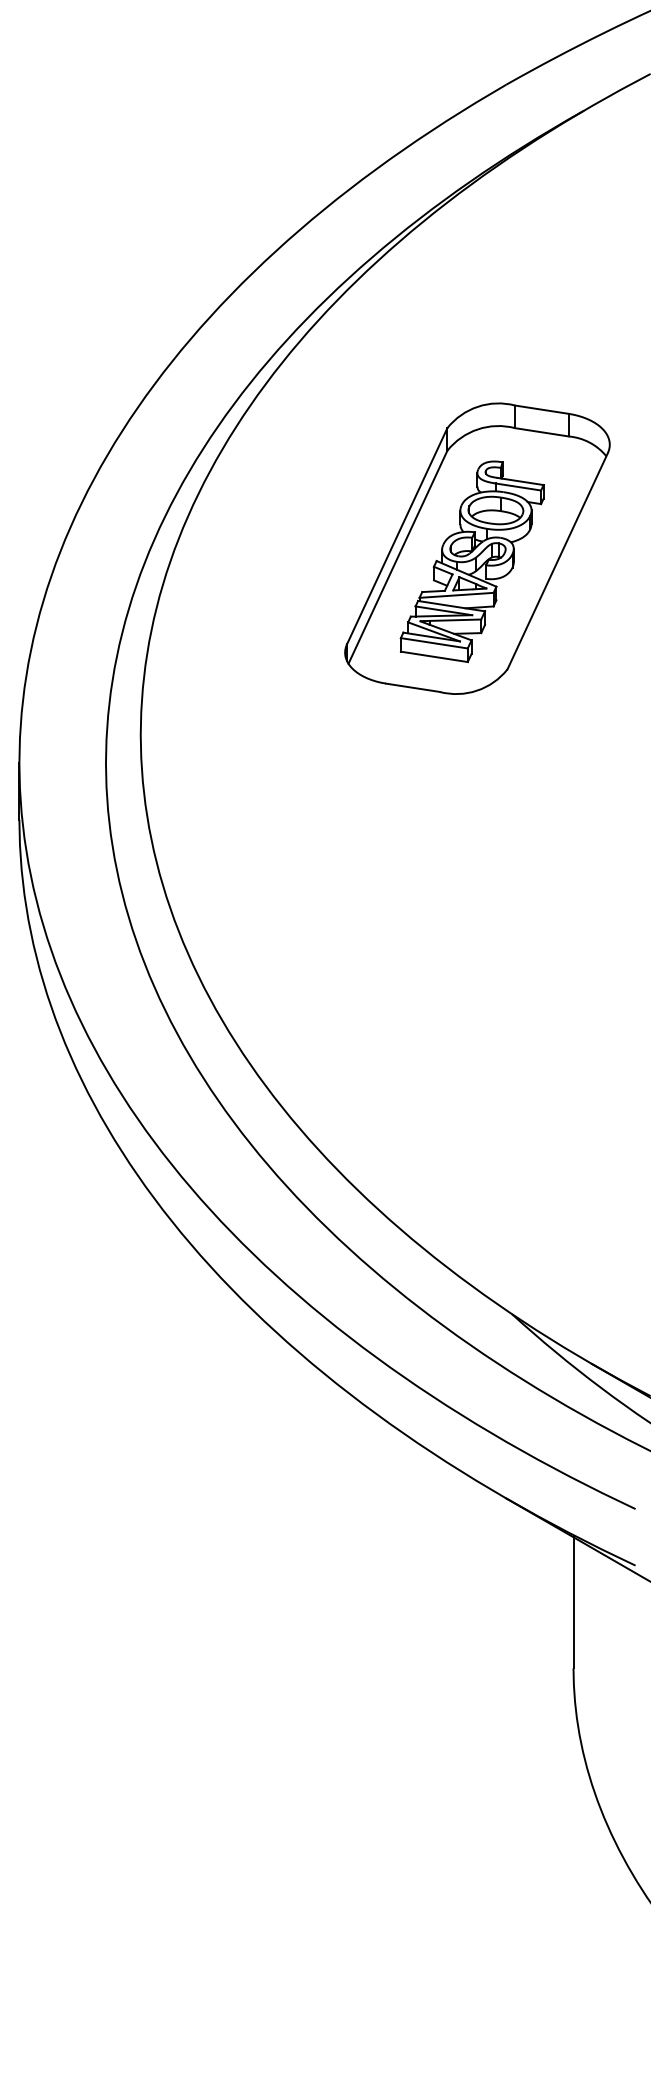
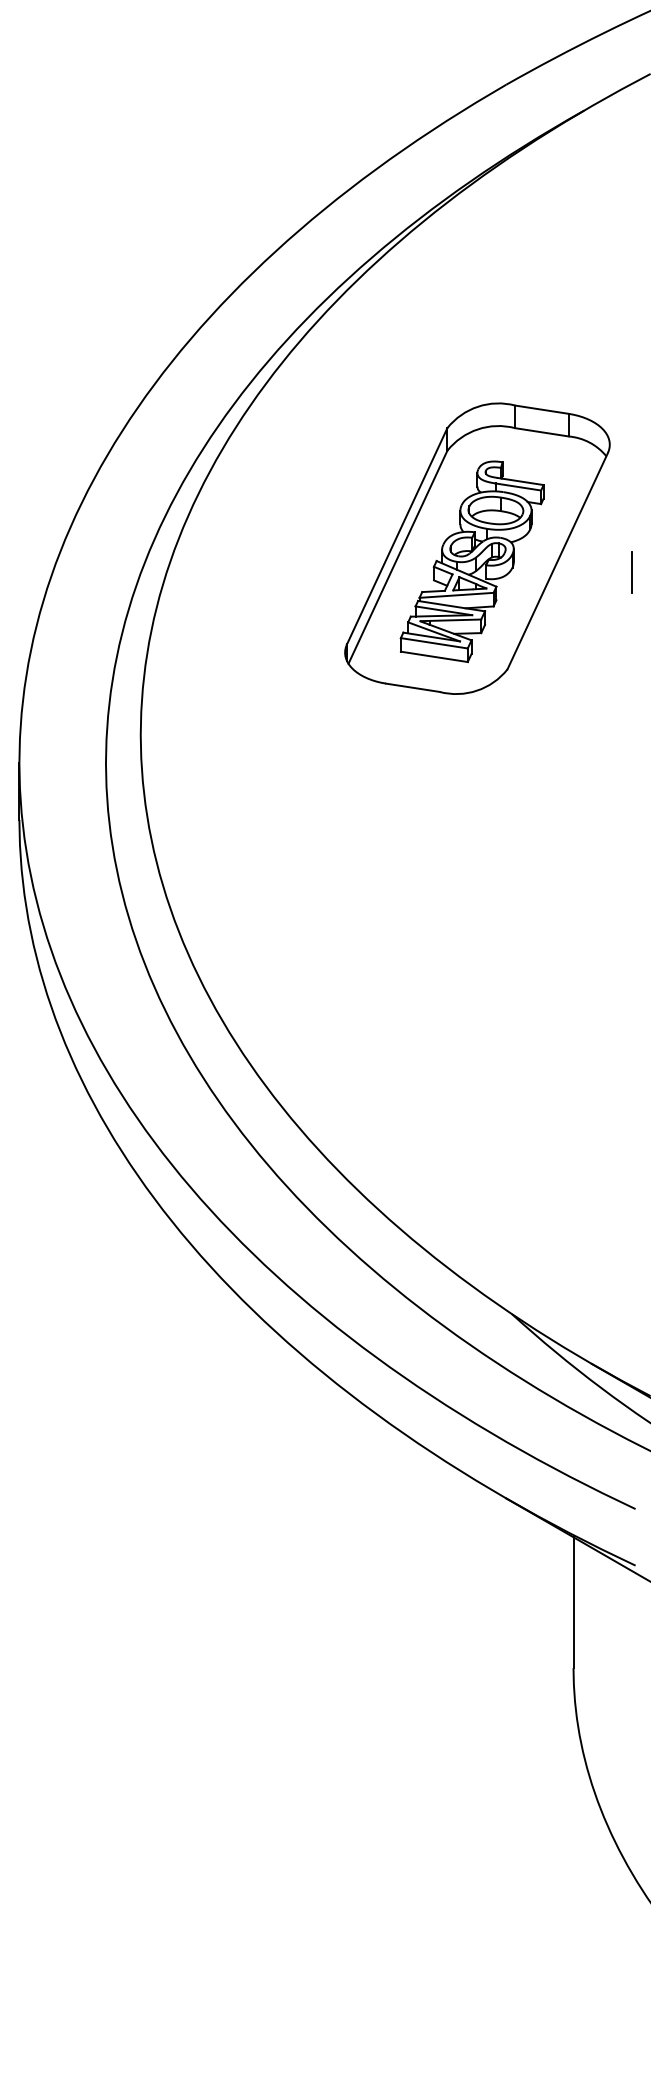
line at (631, 572): none -> present
